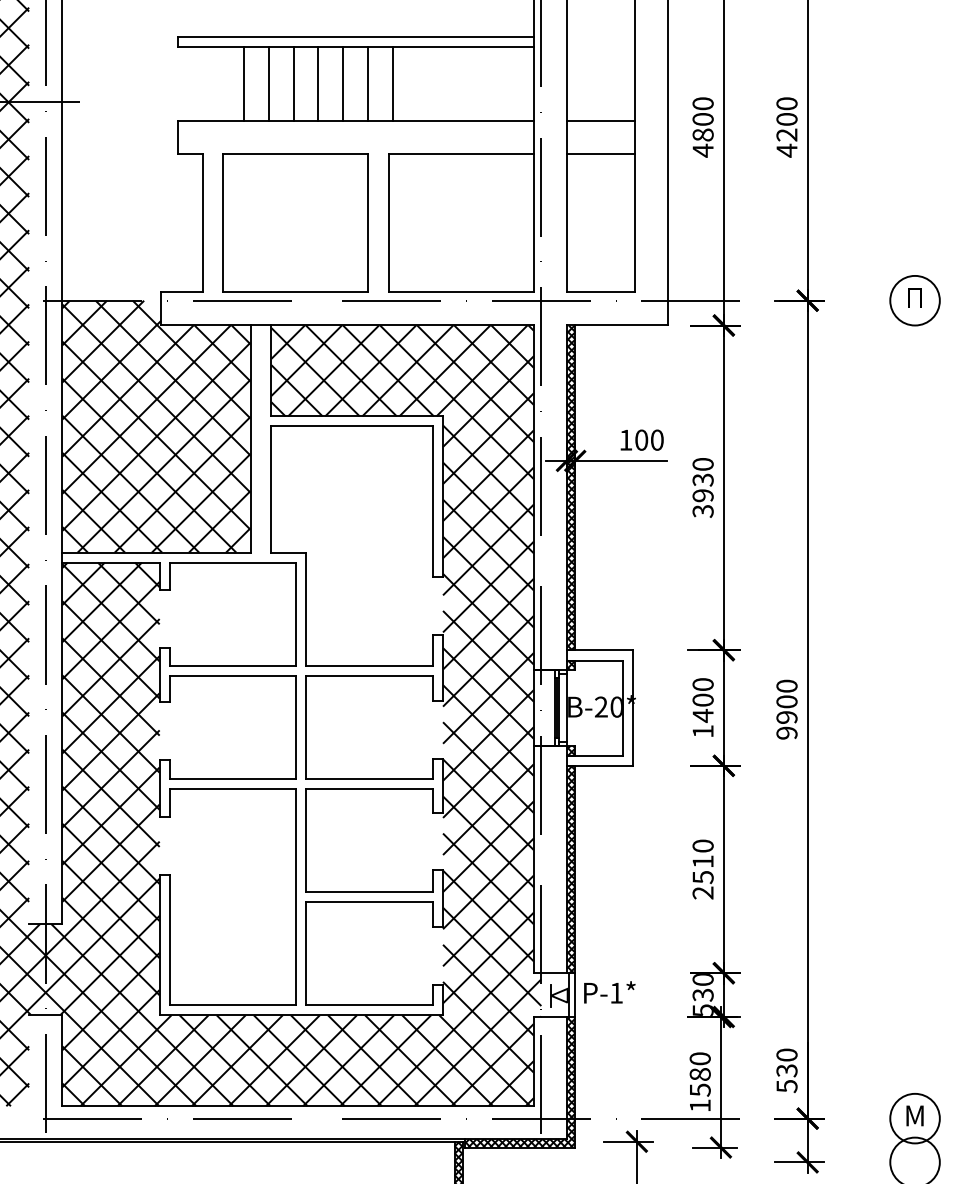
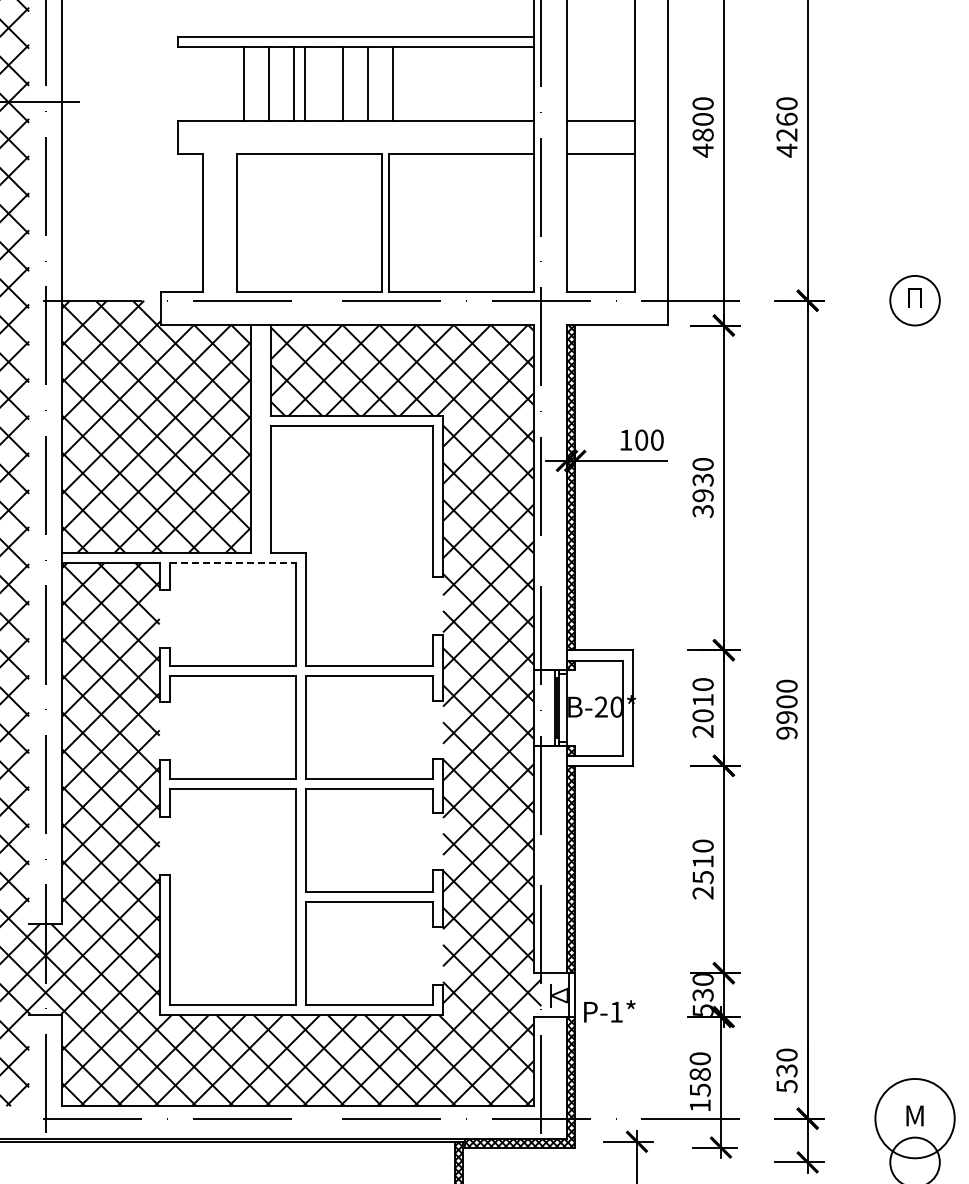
line at (318, 84) position: (318, 84) -> (305, 84)
text at (786, 118): 4200 -> 4260
part at (295, 222) position: (295, 222) -> (309, 222)
line at (233, 562): solid -> dashed
text at (702, 715): 1400 -> 2010
text at (609, 992) position: (609, 992) -> (609, 1011)
circle at (914, 1118) diameter: 50 px -> 79 px
